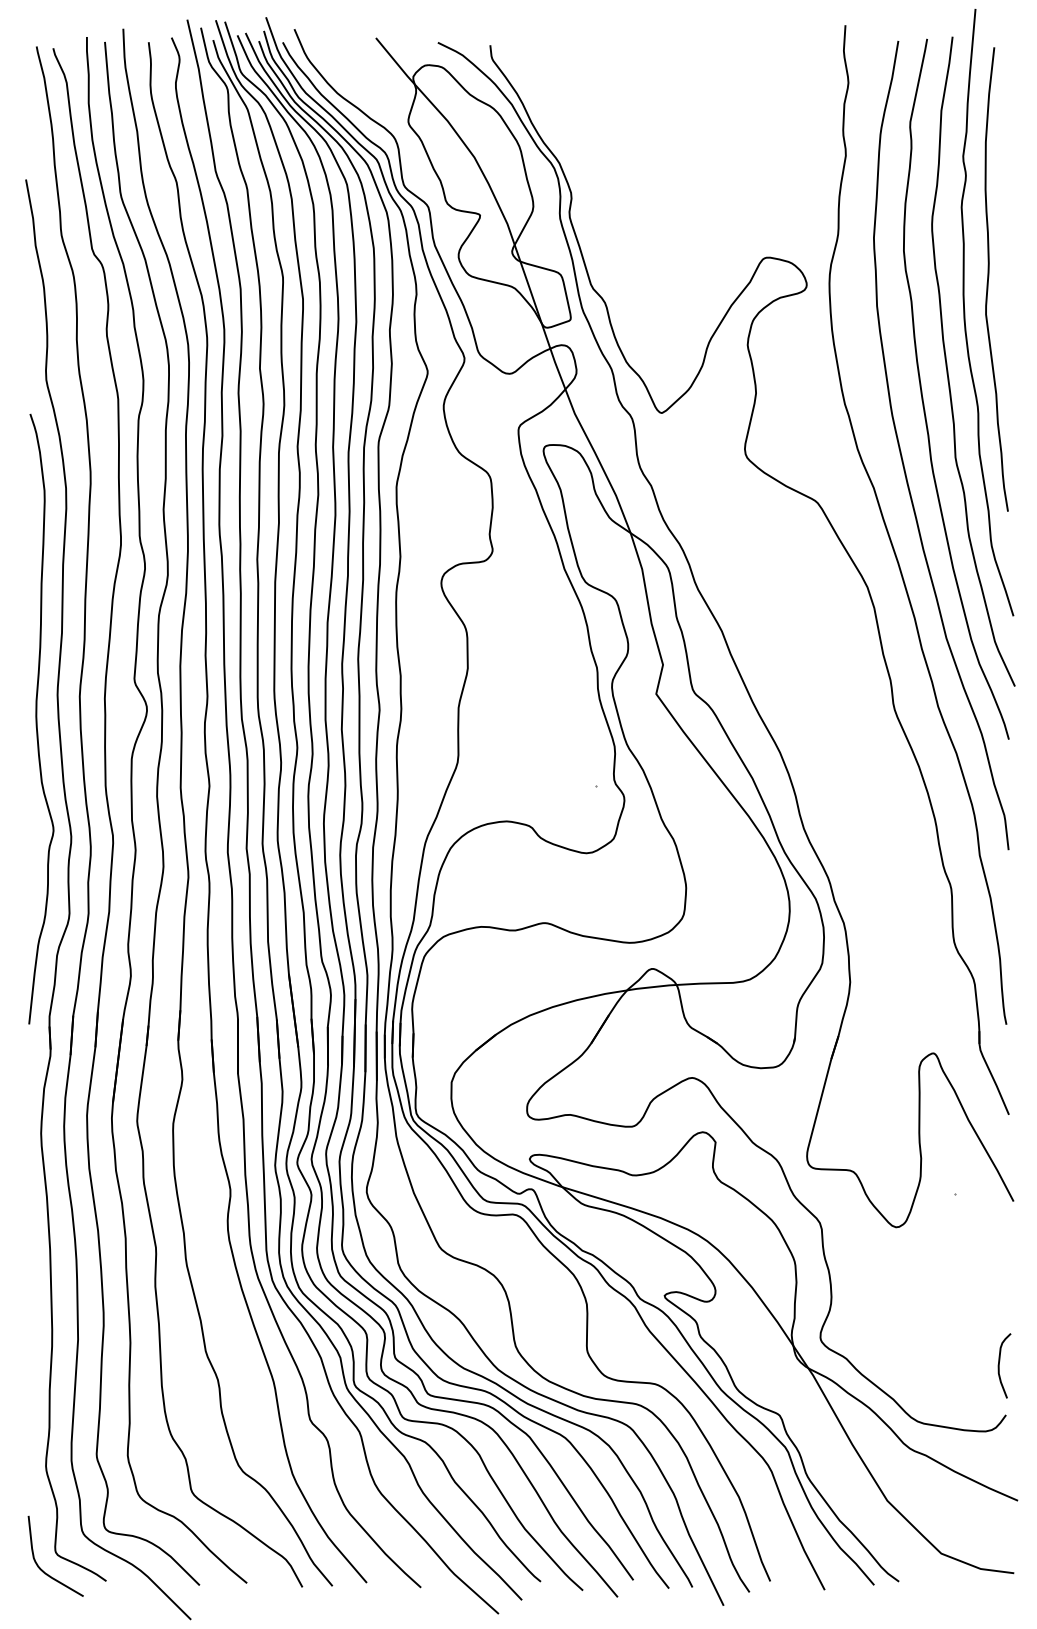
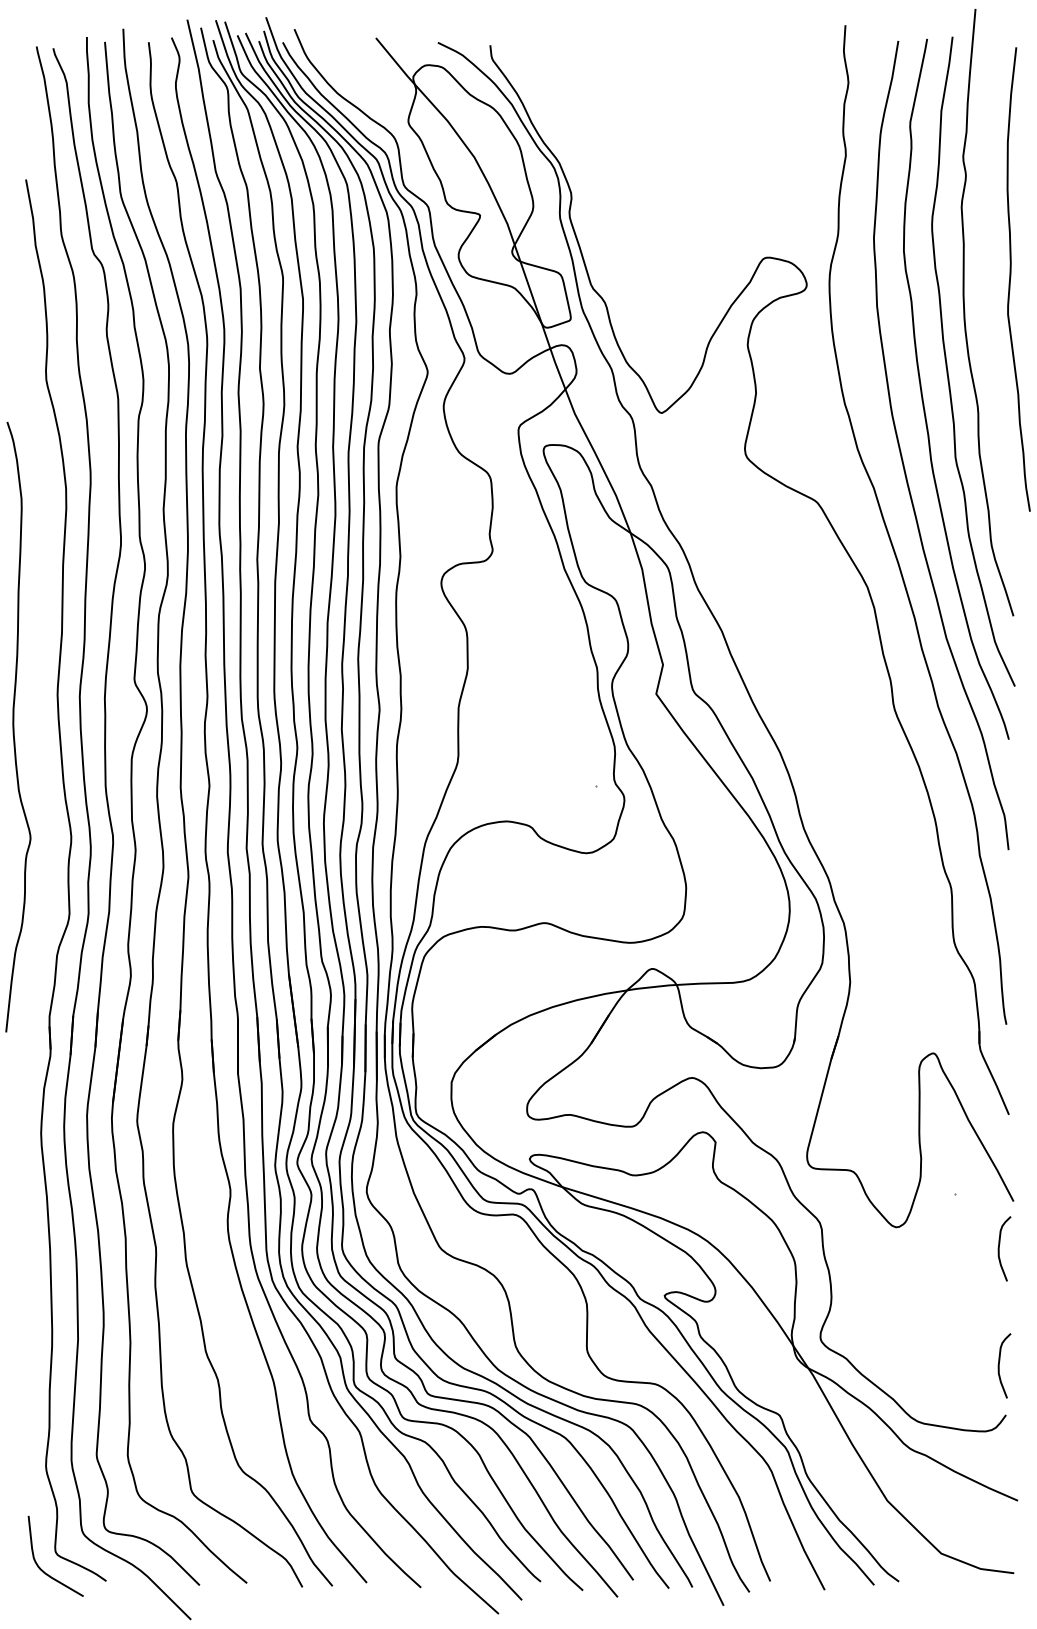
curve at (989, 277) position: (989, 277) -> (1011, 277)
curve at (37, 718) position: (37, 718) -> (14, 726)
curve at (999, 1248): none -> present
